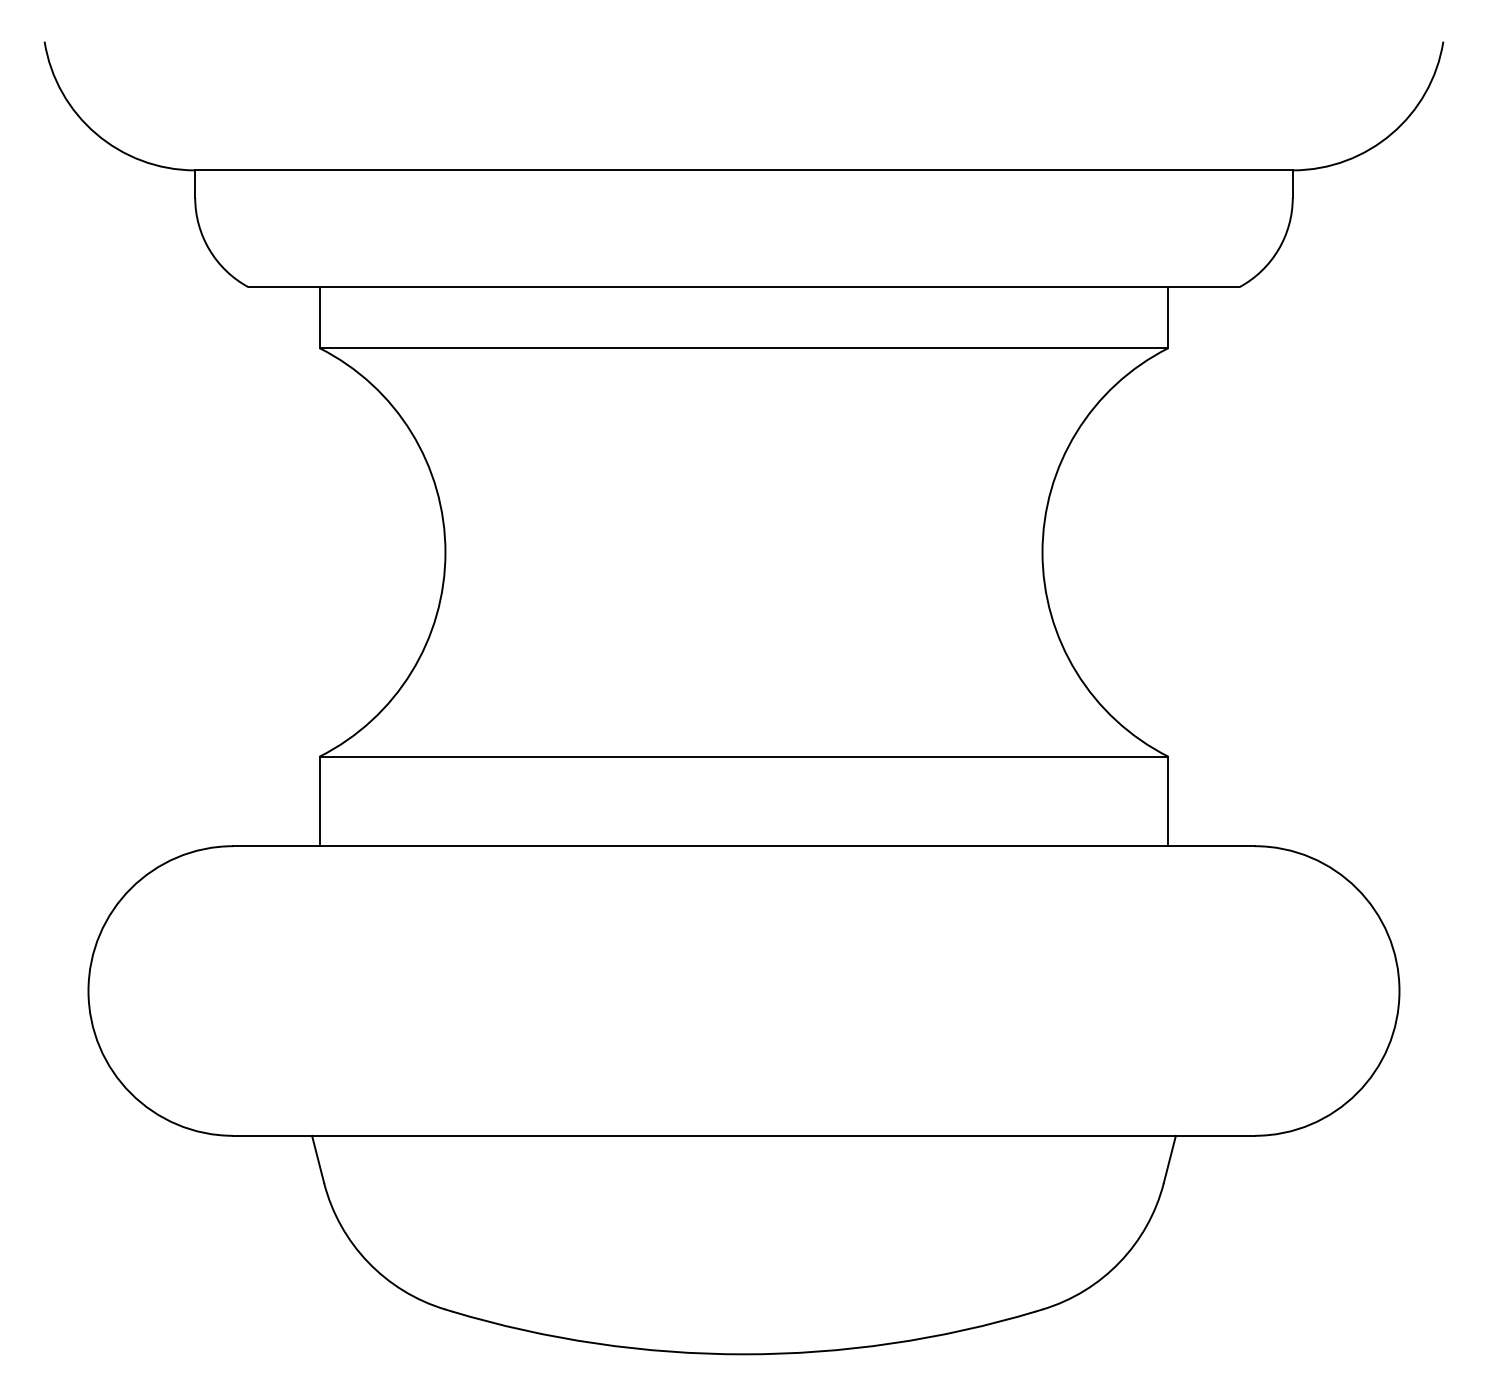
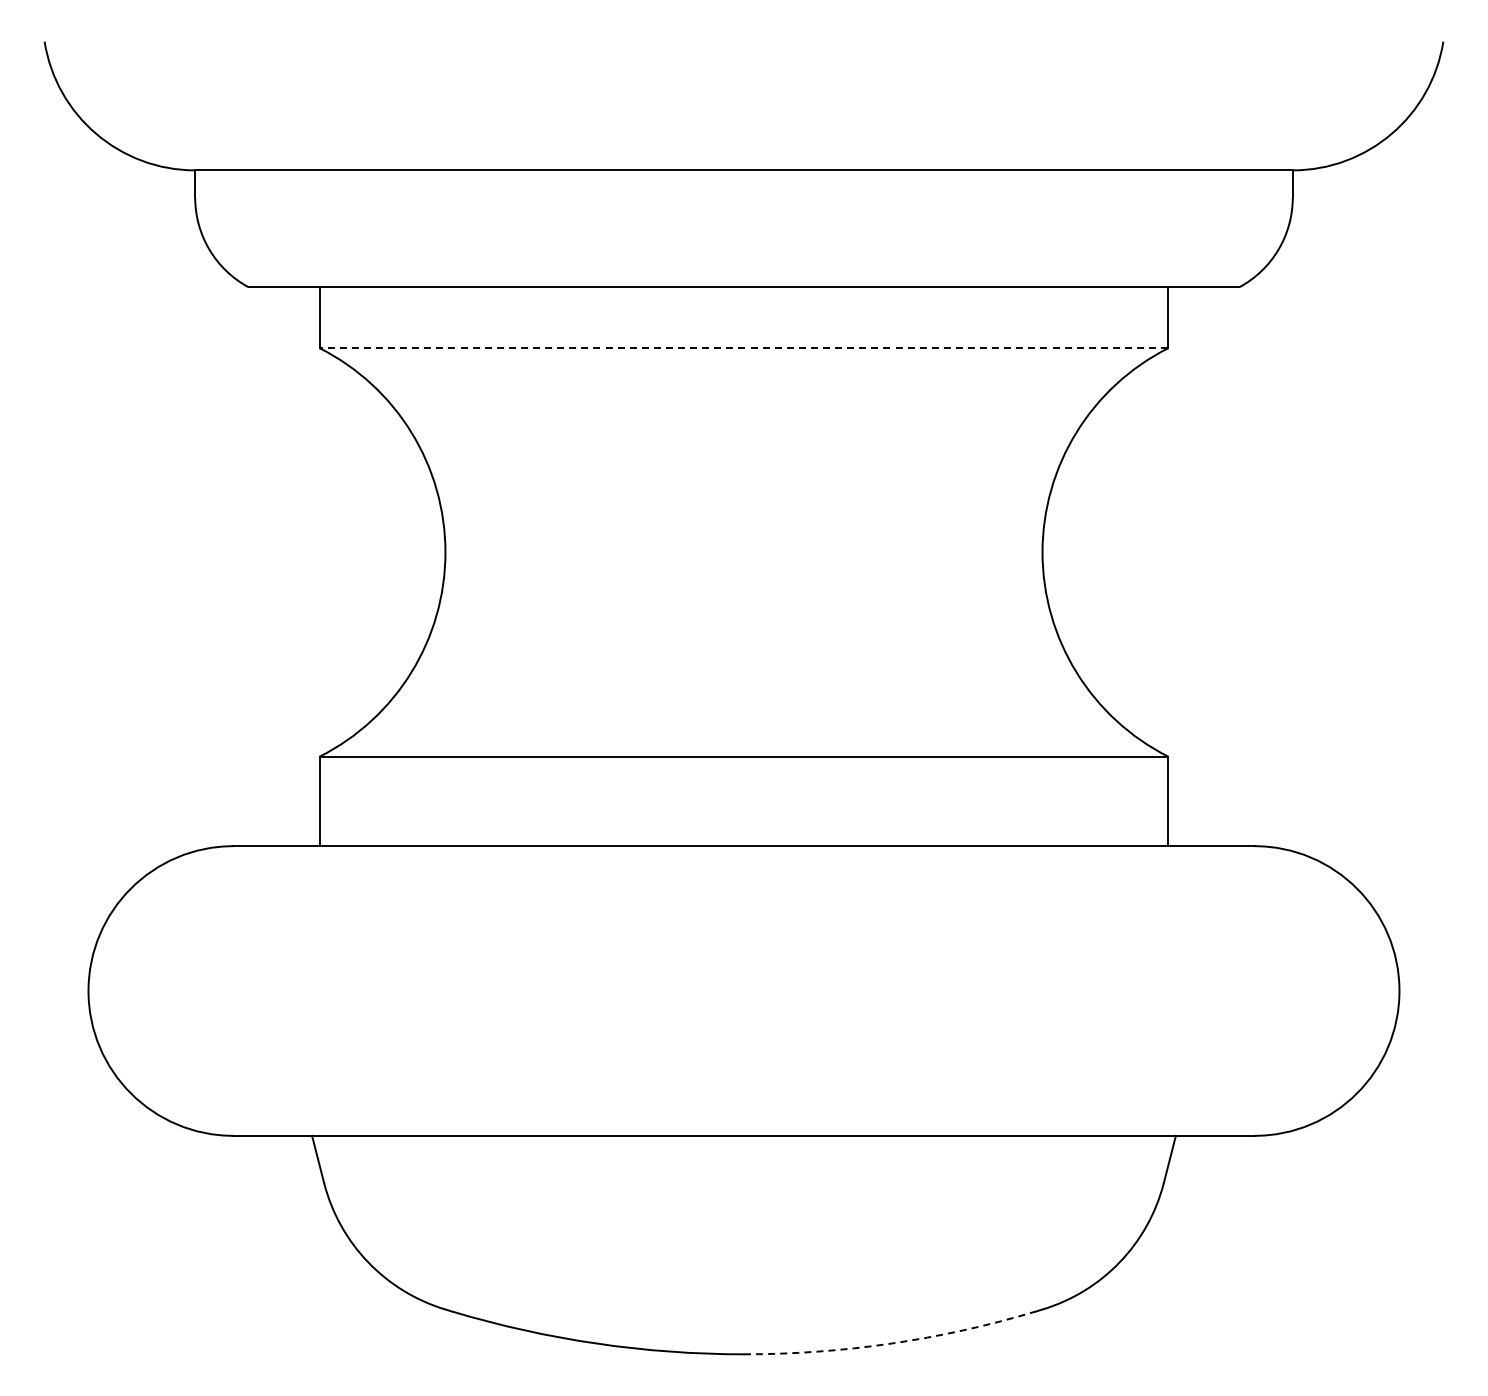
line at (743, 348): solid -> dashed
arc at (891, 1343): solid -> dashed
